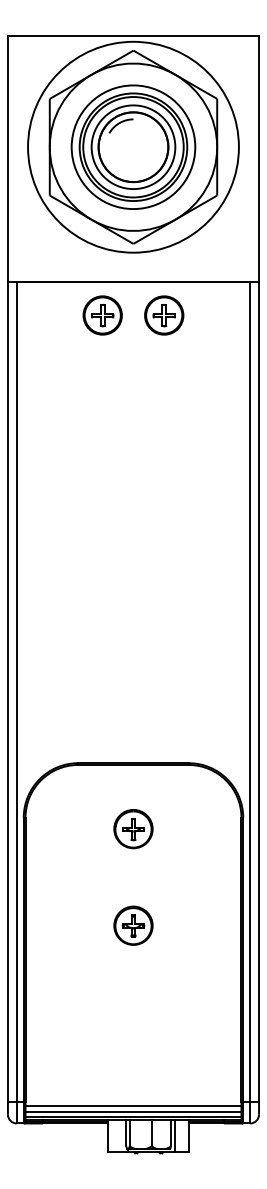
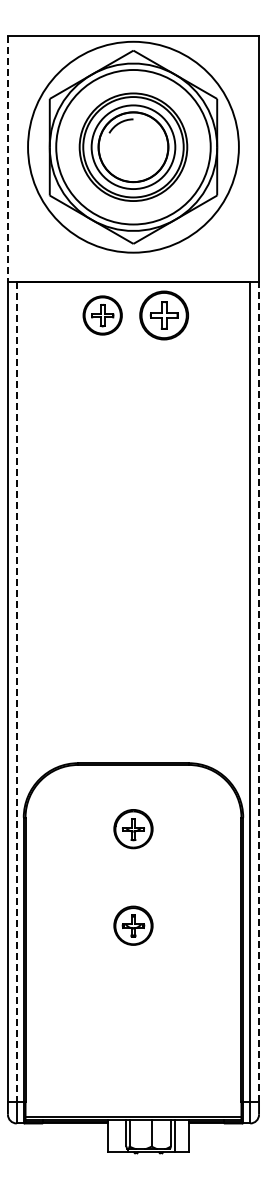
circle at (133, 147) diameter: 124 px -> 155 px
line at (7, 159): solid -> dashed
part at (164, 315) size: 41x41 px -> 50x51 px
line at (259, 691): solid -> dashed
line at (16, 692): solid -> dashed
line at (133, 1105): present -> none
line at (133, 1112): present -> none
